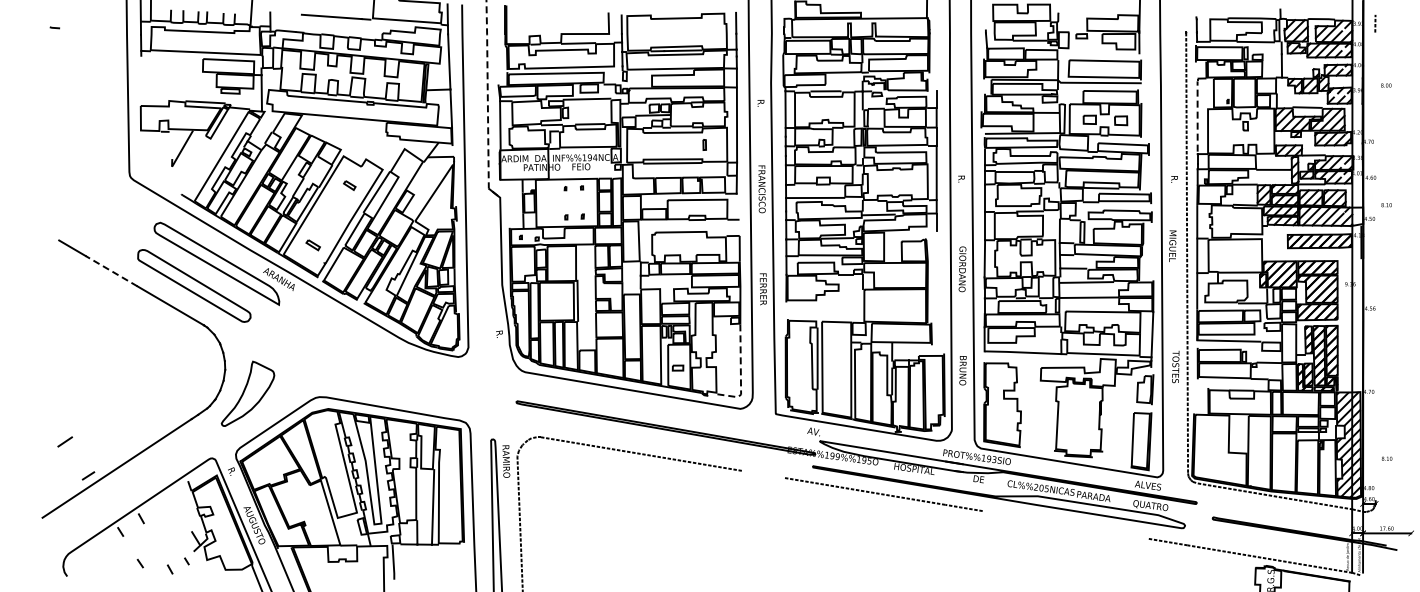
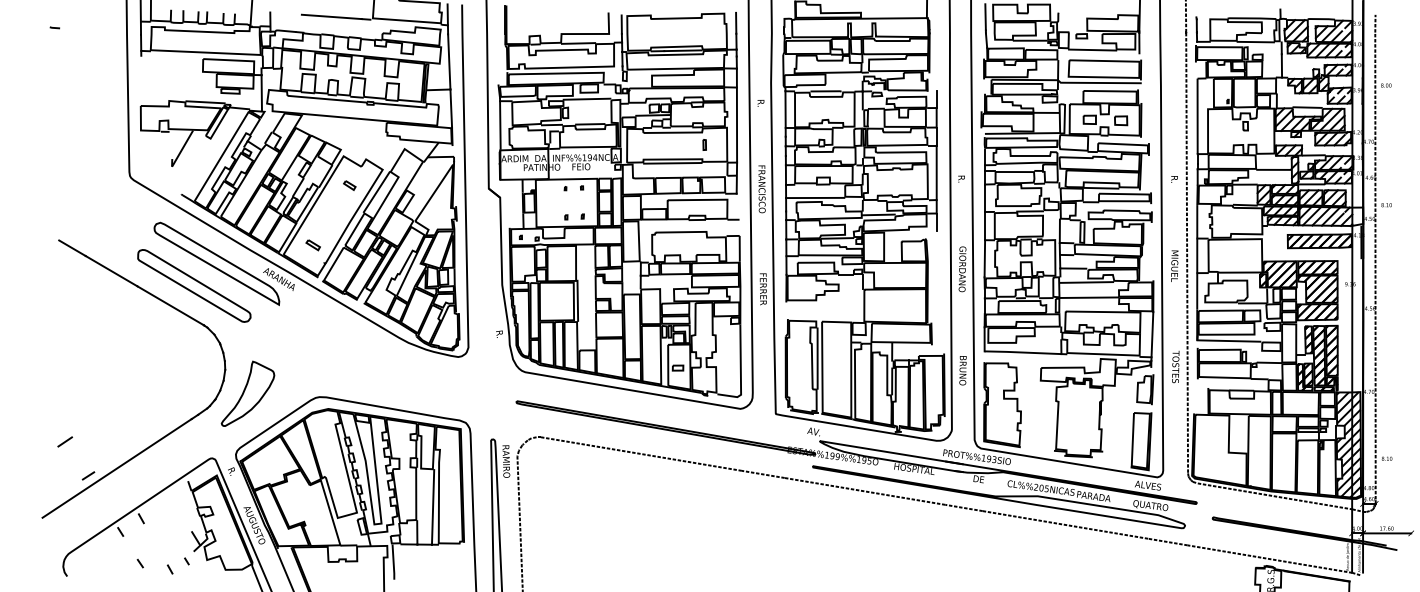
line at (1185, 16): none -> present
line at (985, 17): none -> present
line at (1092, 49): none -> present
line at (487, 101): dashed -> solid
line at (1197, 116): dashed -> solid
text at (1172, 245) position: (1172, 245) -> (1174, 265)
line at (1375, 265): none -> present
line at (111, 271): dashed -> solid
line at (740, 373): dashed -> solid
line at (762, 474): none -> present
line at (1065, 524): none -> present
